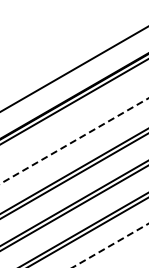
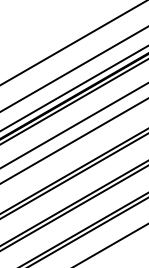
line at (73, 43): none -> present
line at (73, 88): none -> present
line at (73, 125): none -> present
line at (75, 140): dashed -> solid
line at (110, 245): dashed -> solid
